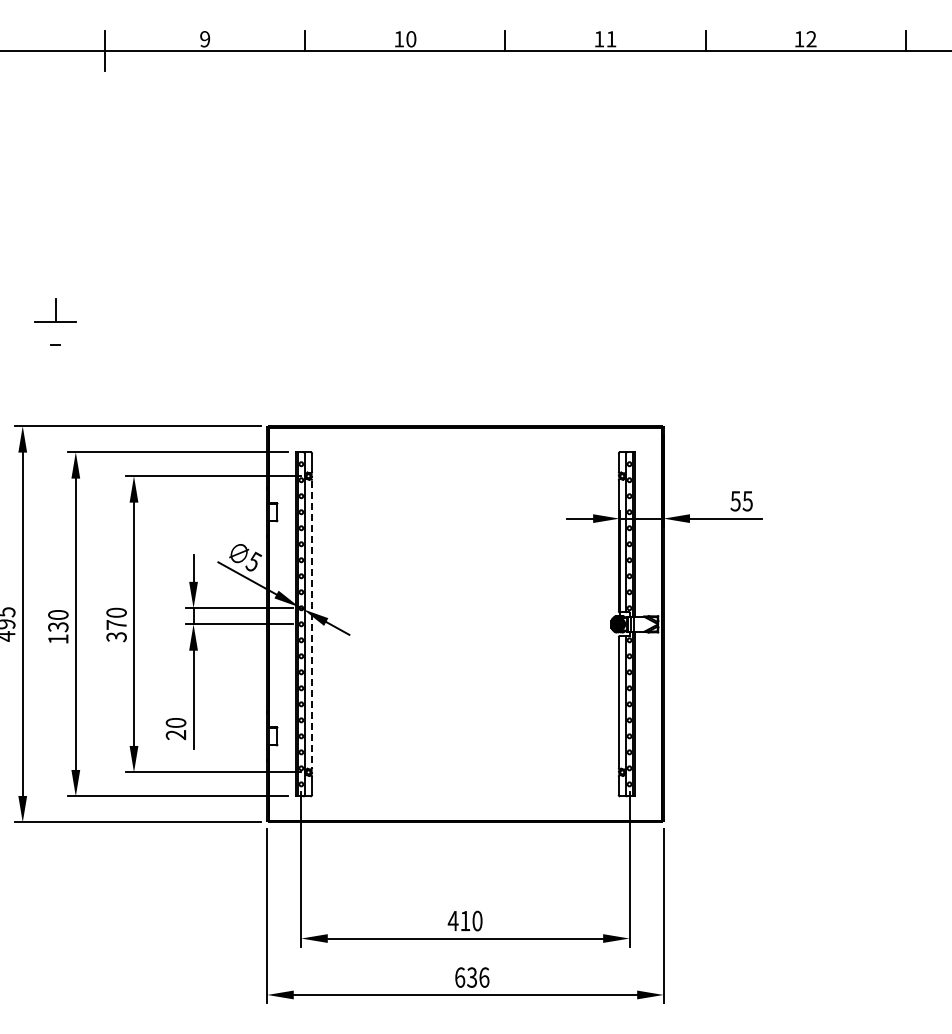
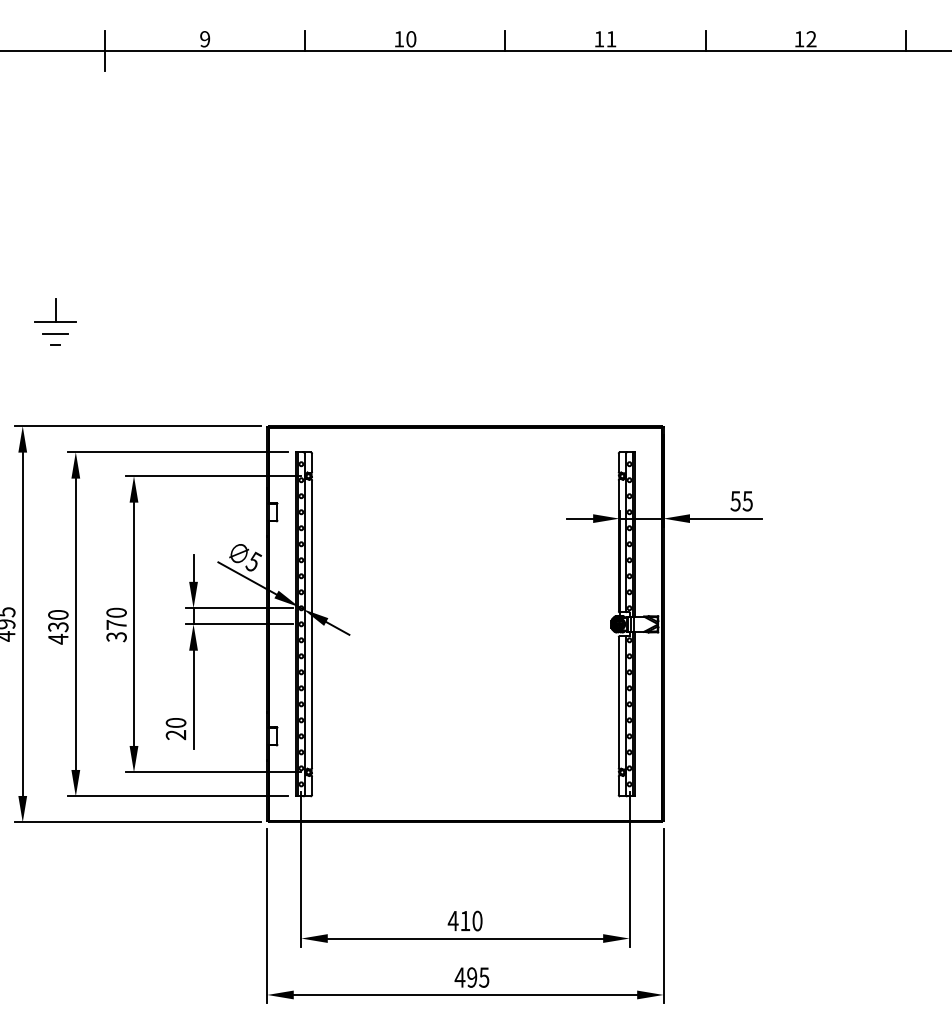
line at (55, 333): none -> present
line at (312, 624): dashed -> solid
text at (58, 638): 130 -> 430
text at (471, 977): 636 -> 495
